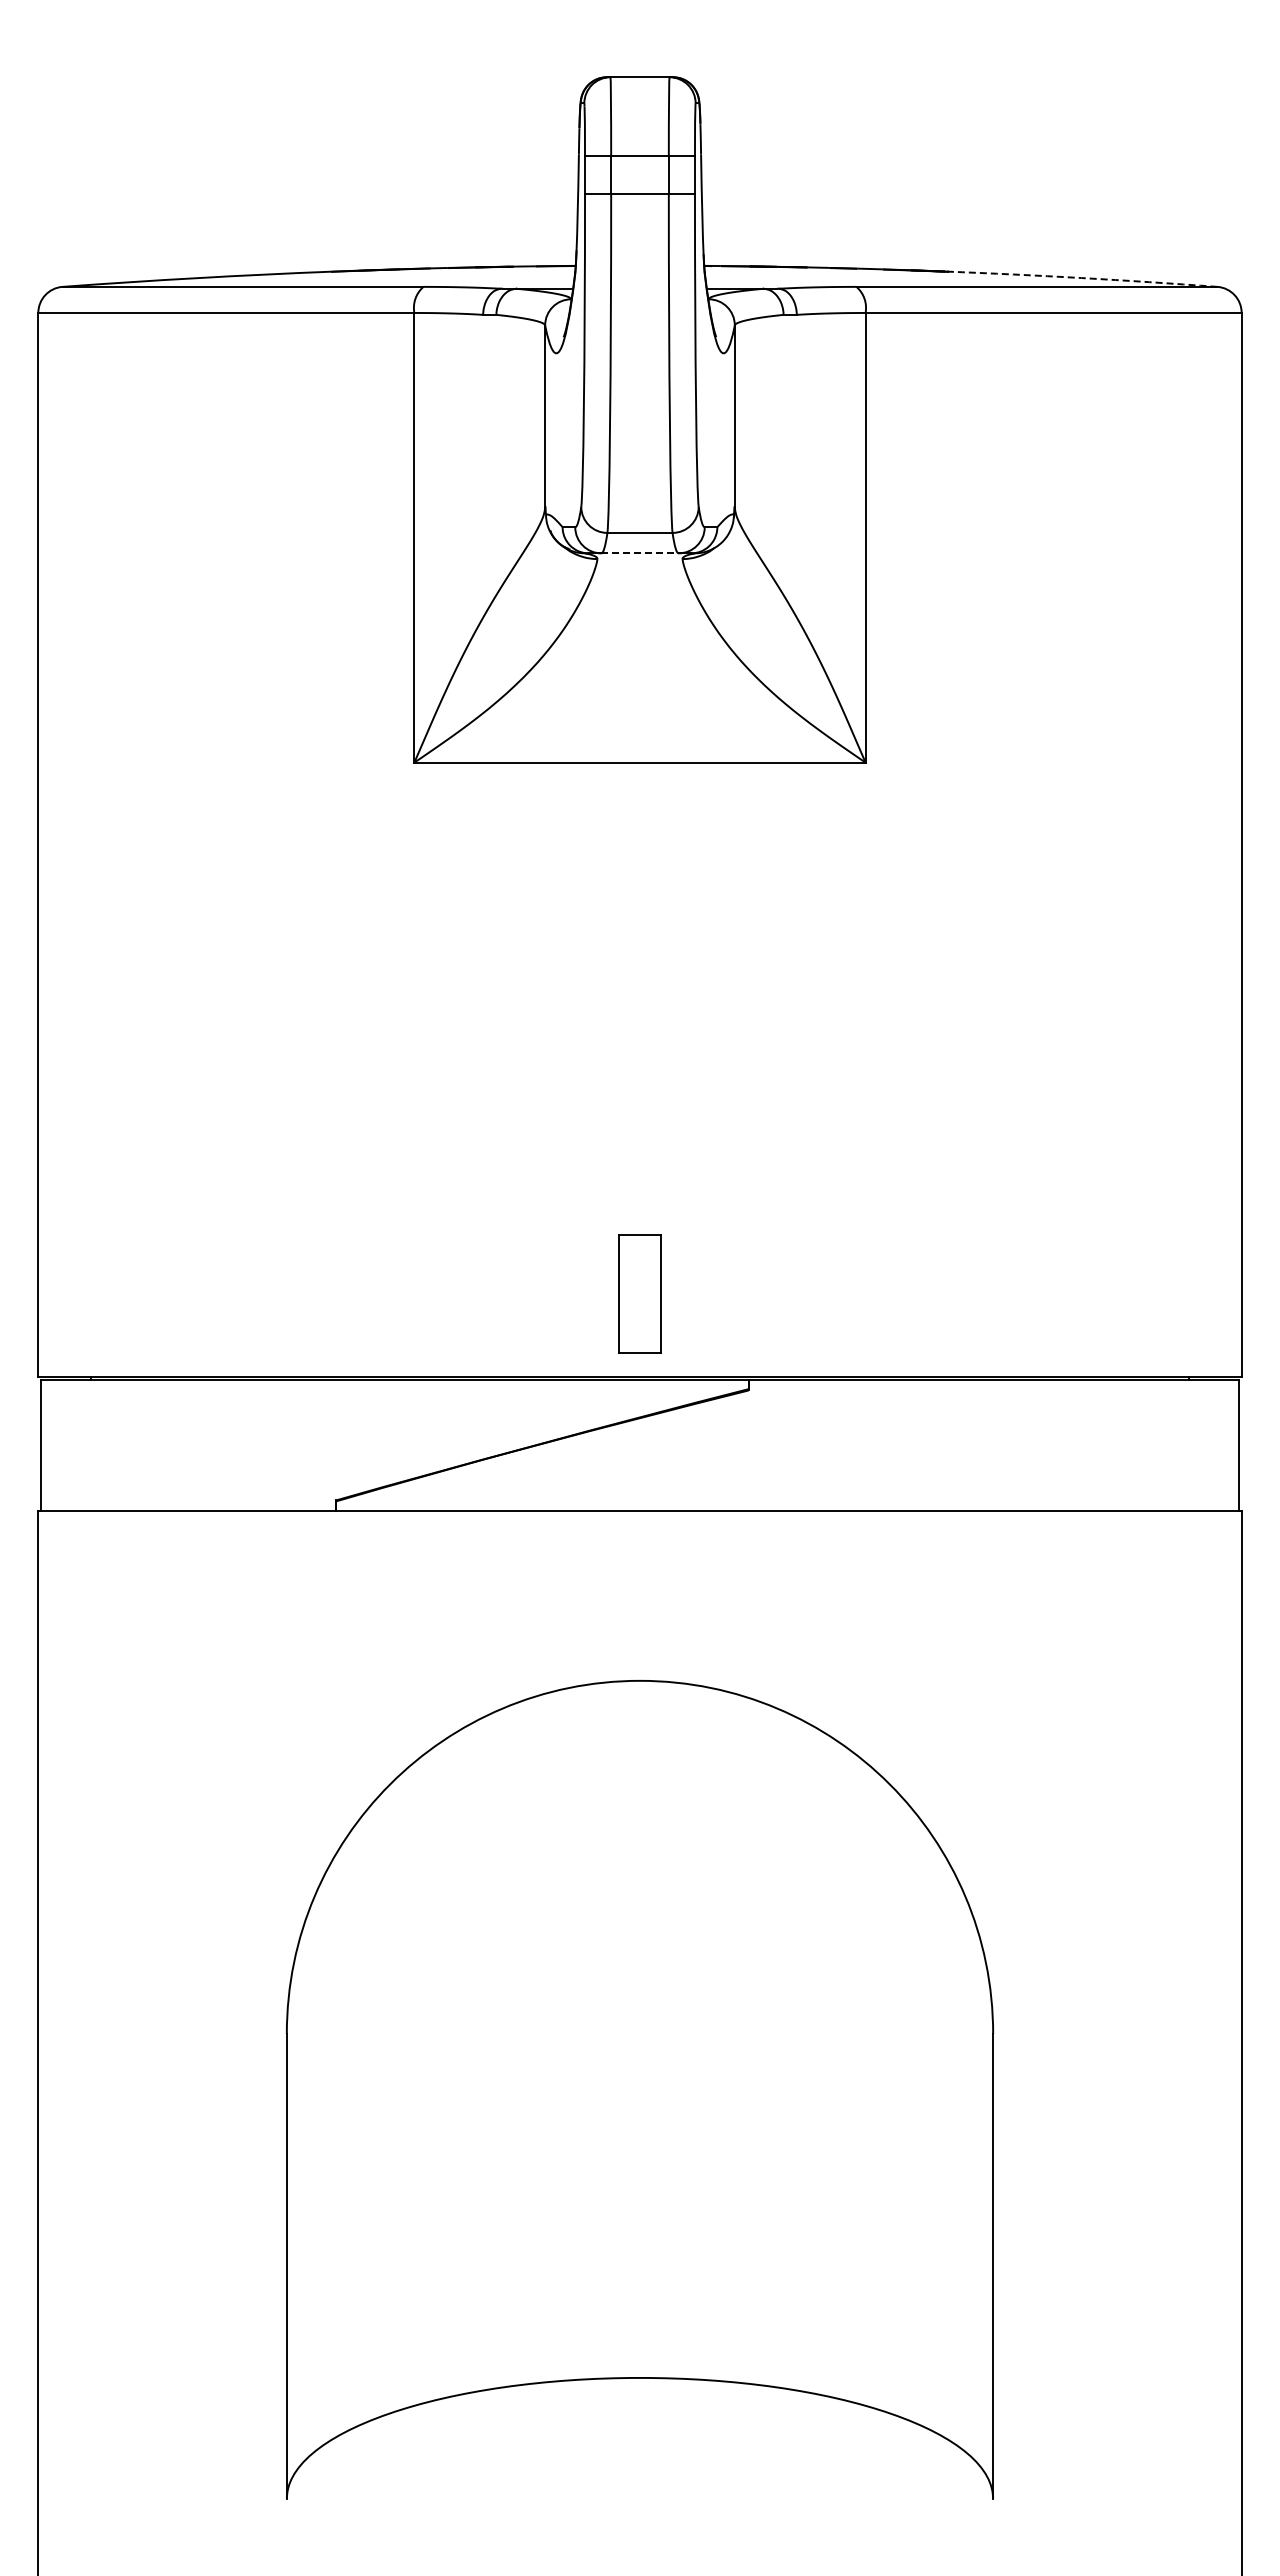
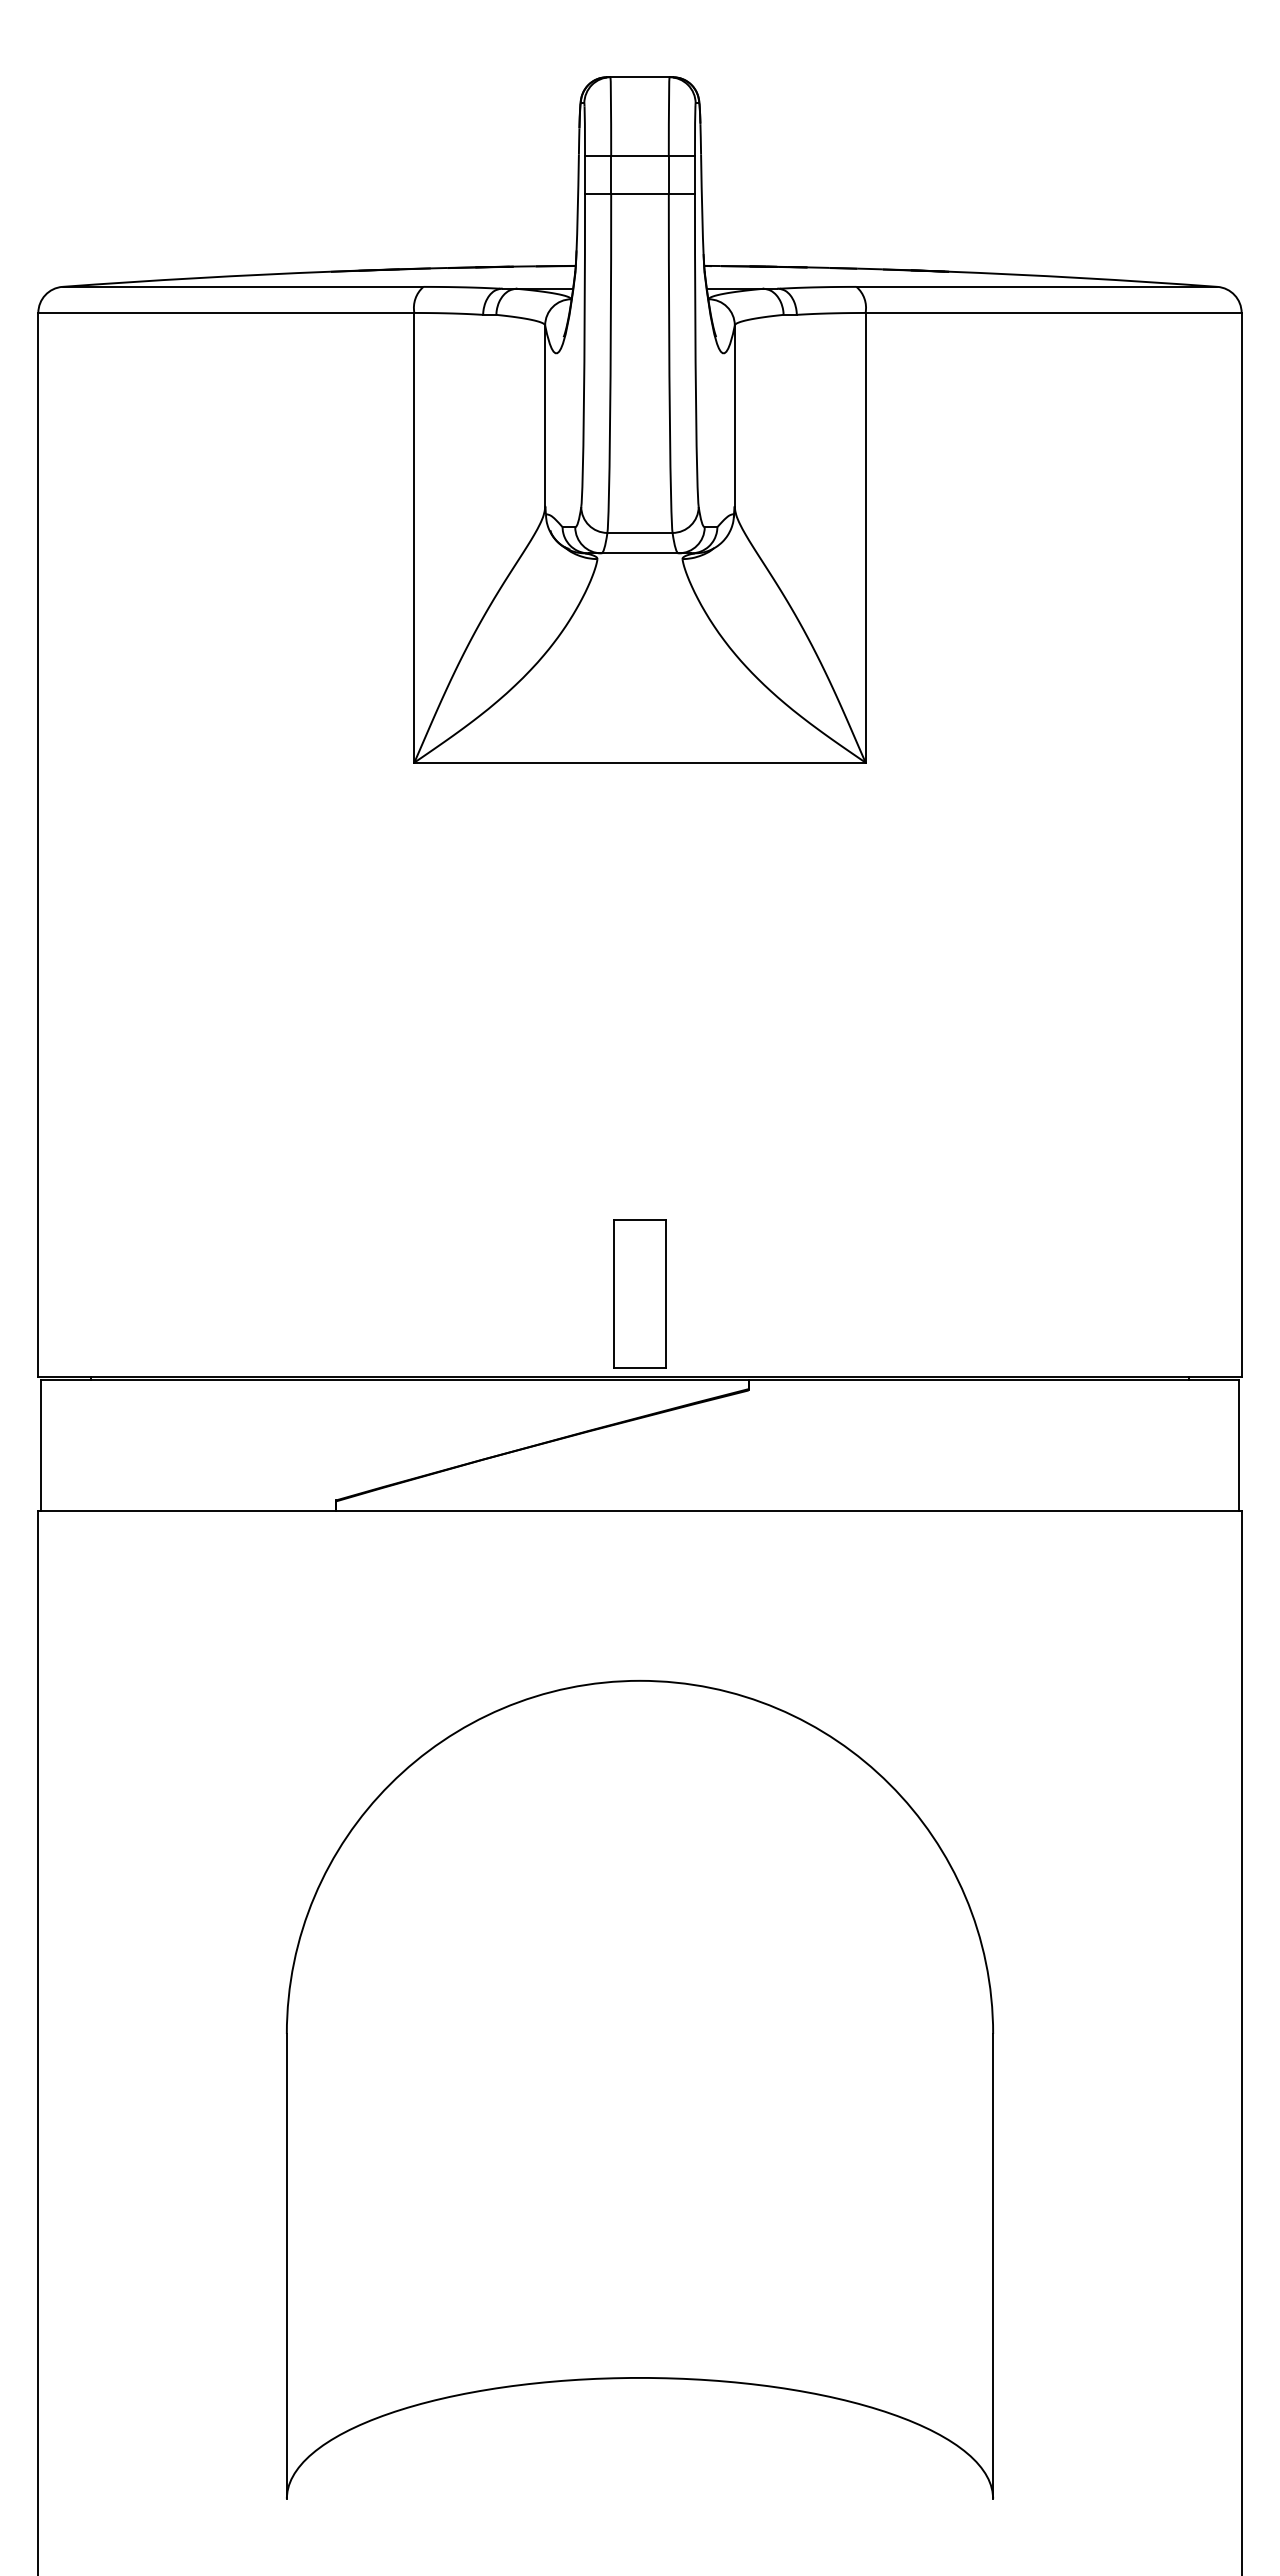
arc at (1081, 278): dashed -> solid
line at (640, 553): dashed -> solid
part at (639, 1293) size: 44x120 px -> 54x150 px
